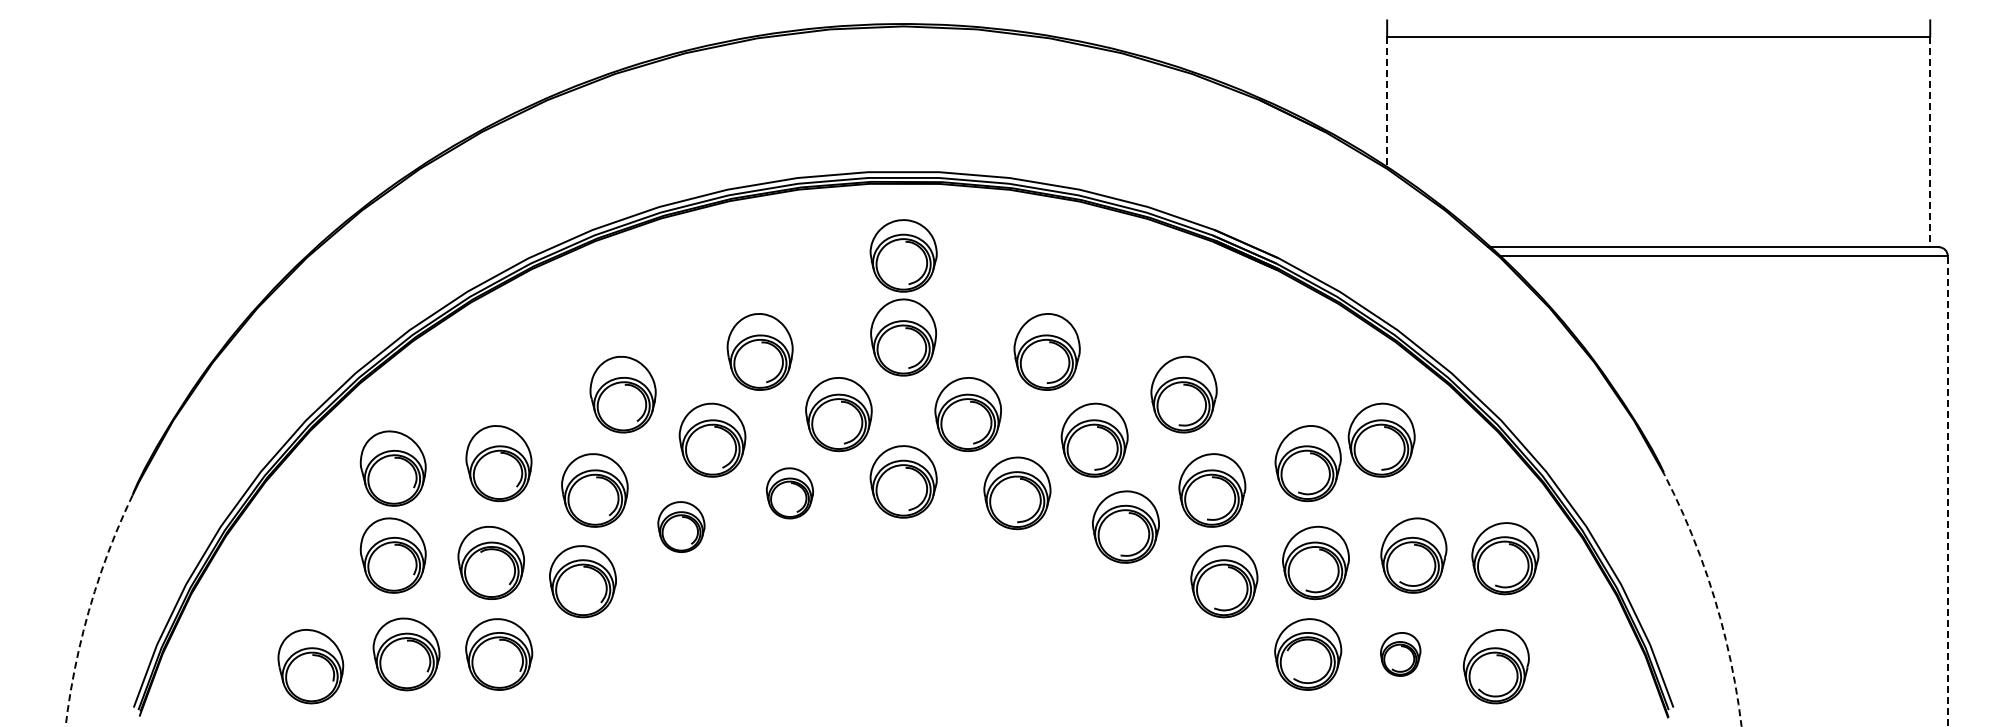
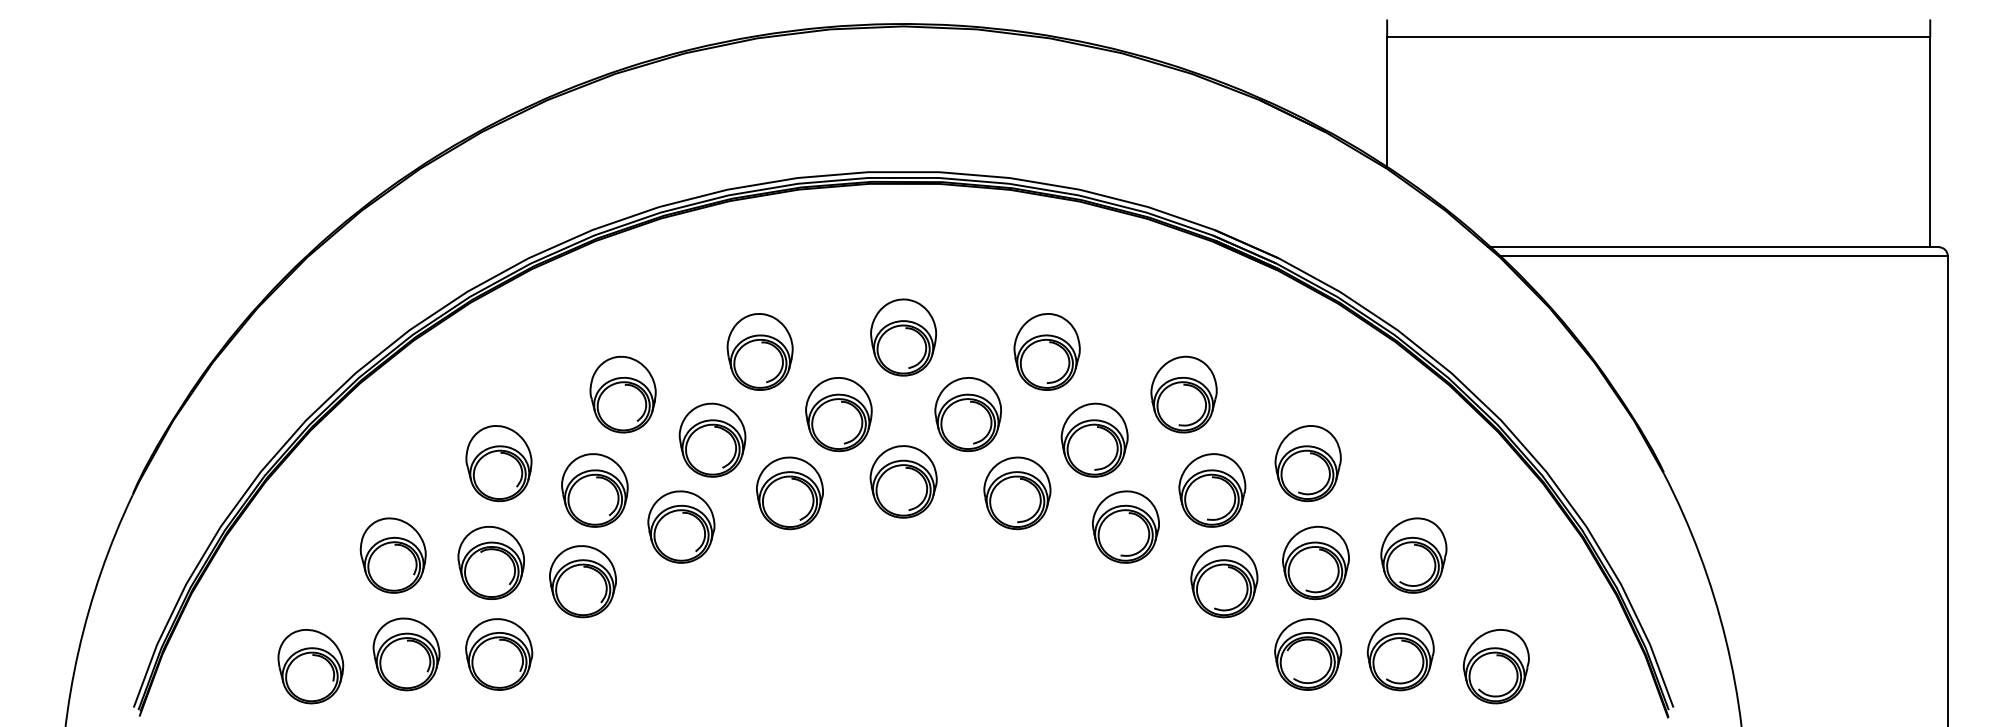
line at (1387, 102): dashed -> solid
line at (1930, 142): dashed -> solid
part at (903, 255): present -> none
part at (1381, 439): present -> none
part at (392, 468): present -> none
line at (1947, 490): dashed -> solid
part at (789, 493) size: 49x53 px -> 68x75 px
part at (681, 526) size: 49x52 px -> 69x74 px
part at (1505, 558): present -> none
arc at (1714, 597): dashed -> solid
arc at (89, 609): dashed -> solid
part at (1400, 654) size: 42x45 px -> 69x75 px
